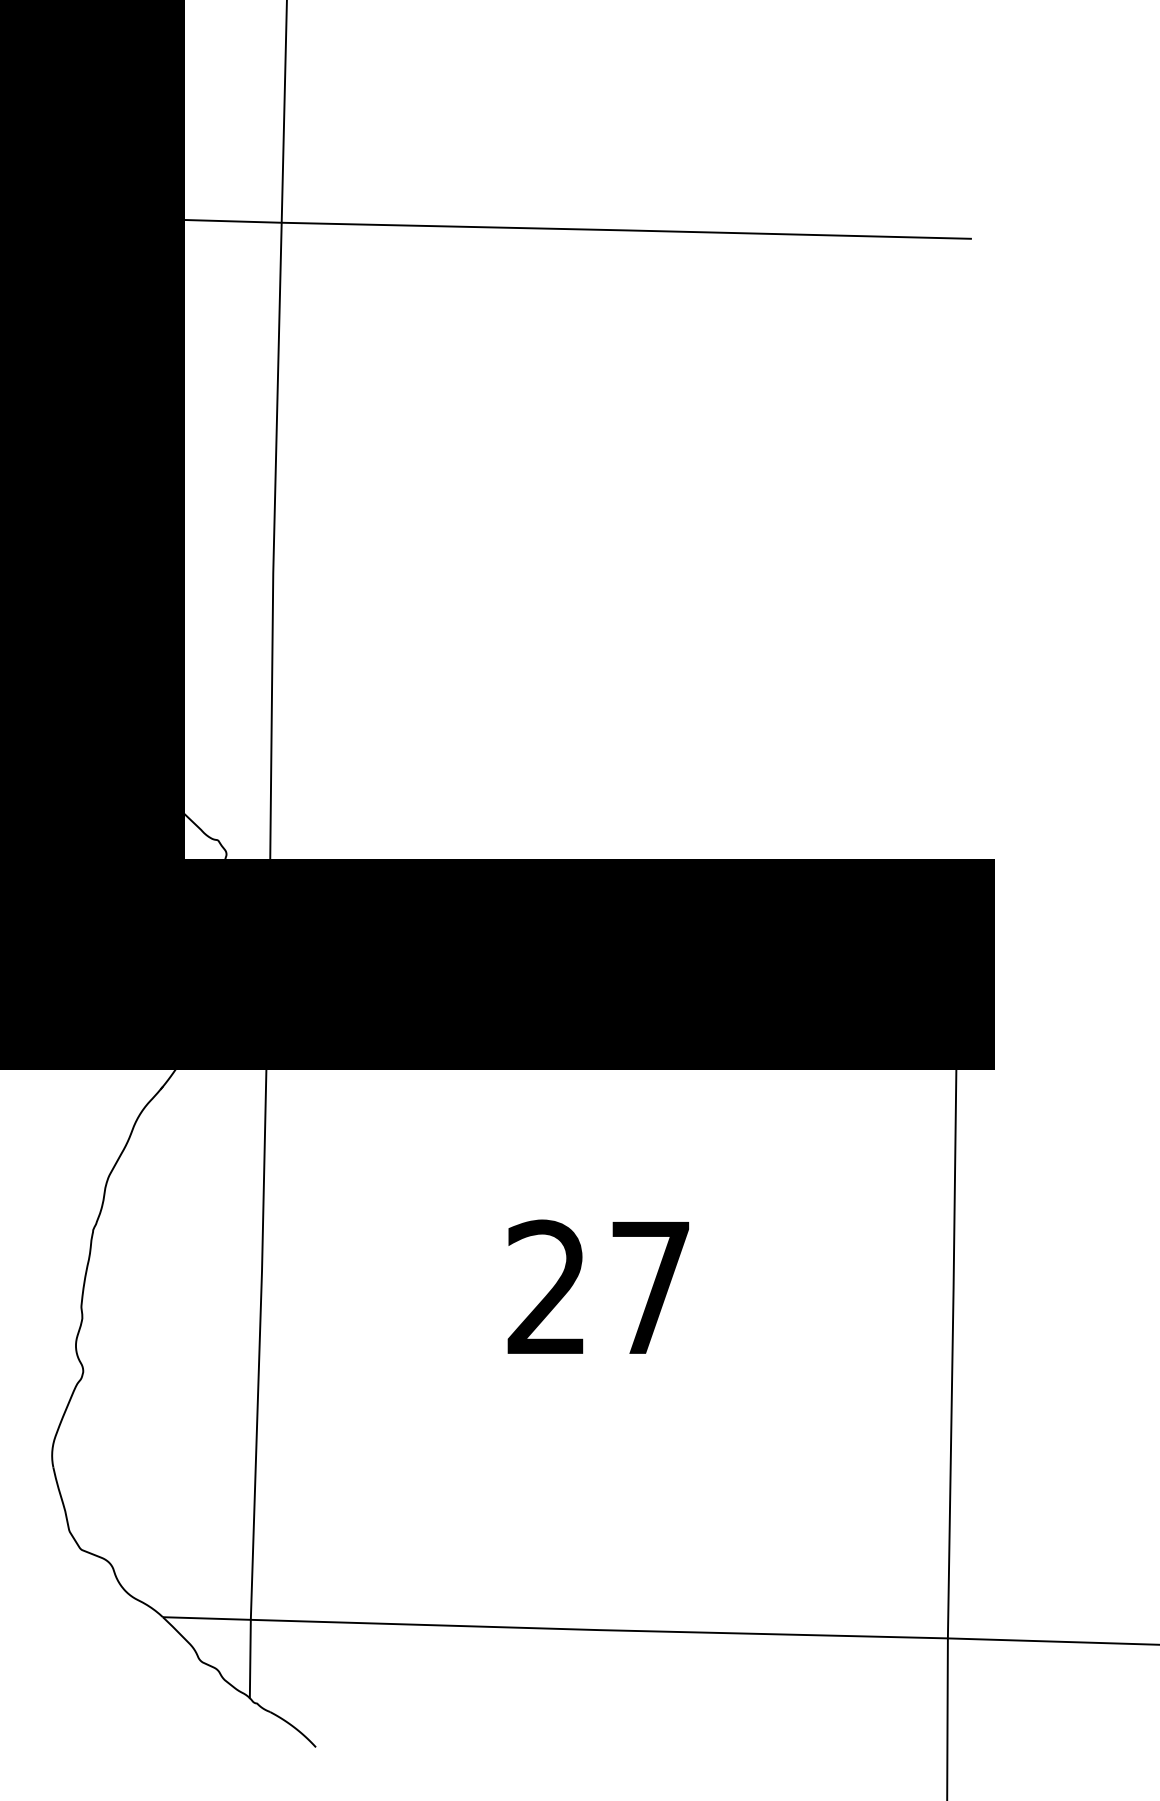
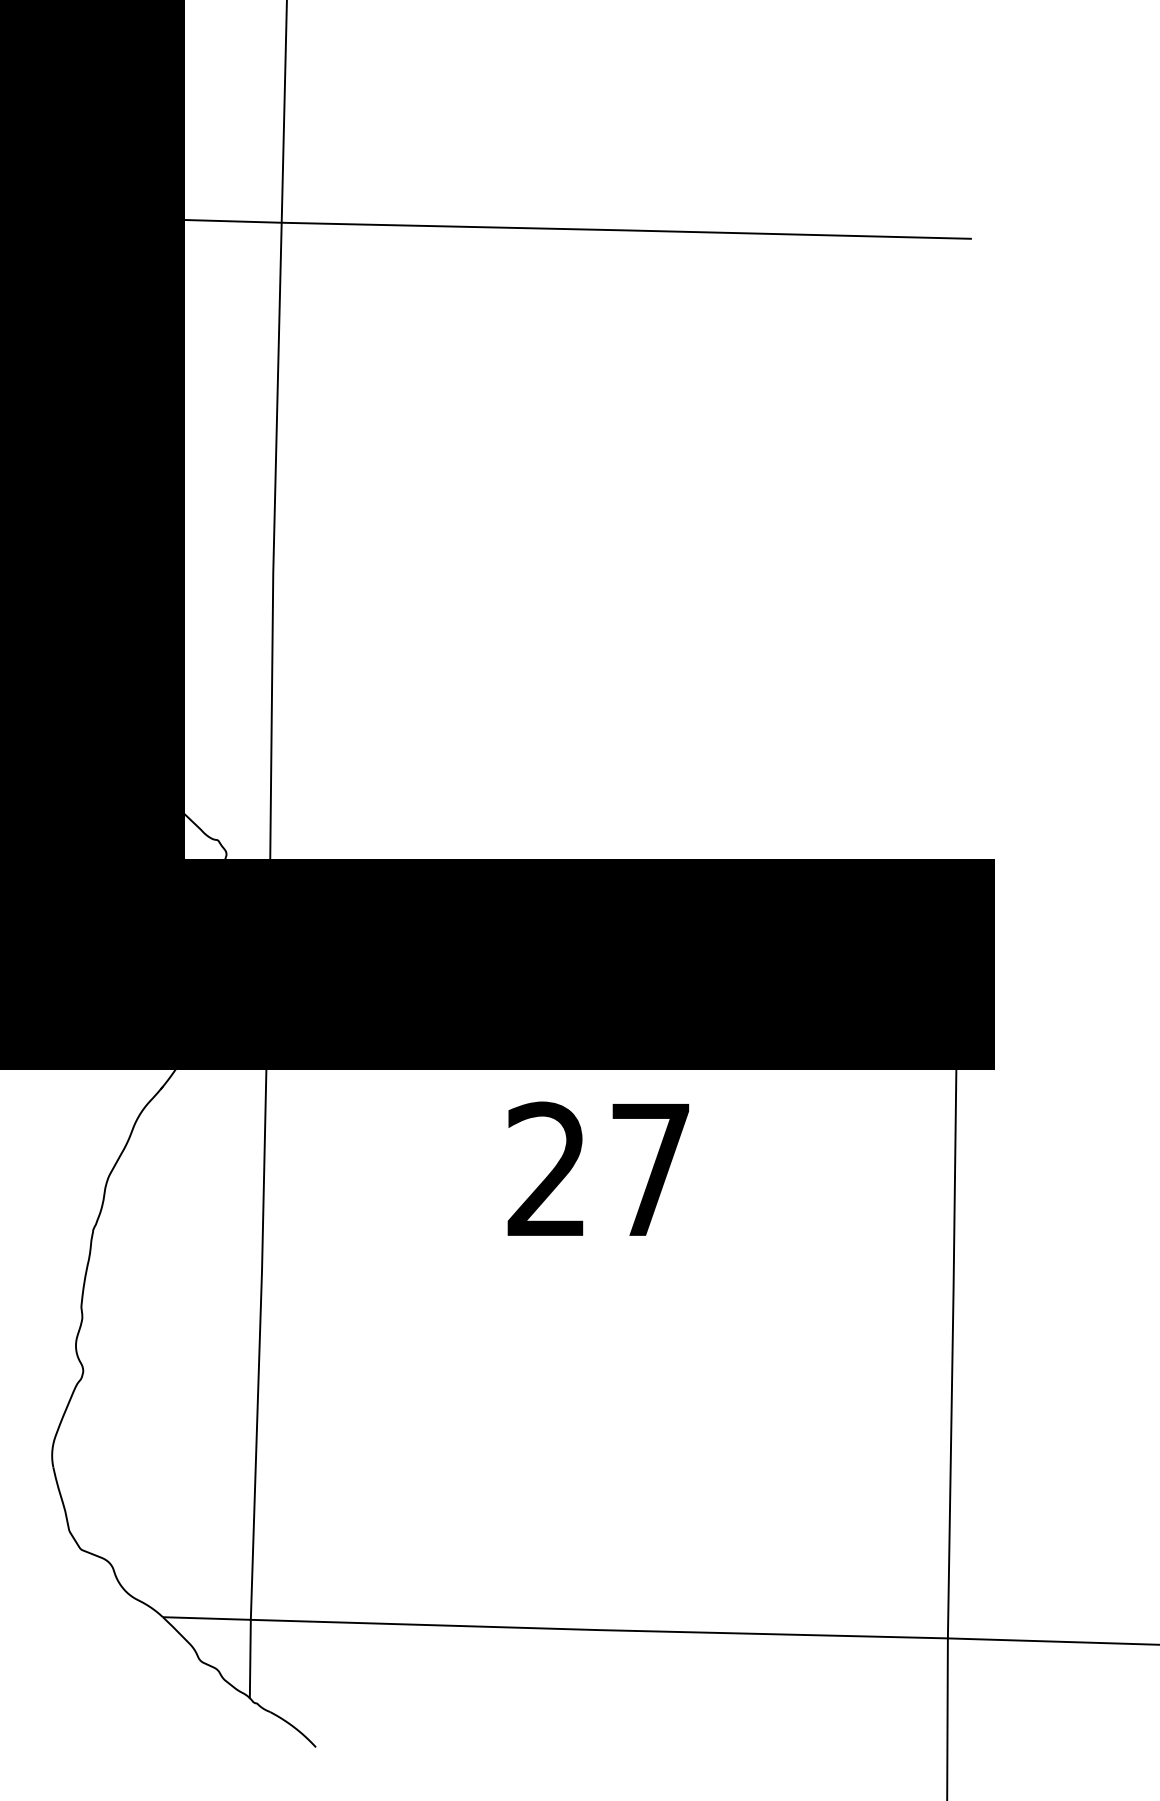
text at (598, 1286) position: (598, 1286) -> (598, 1168)
